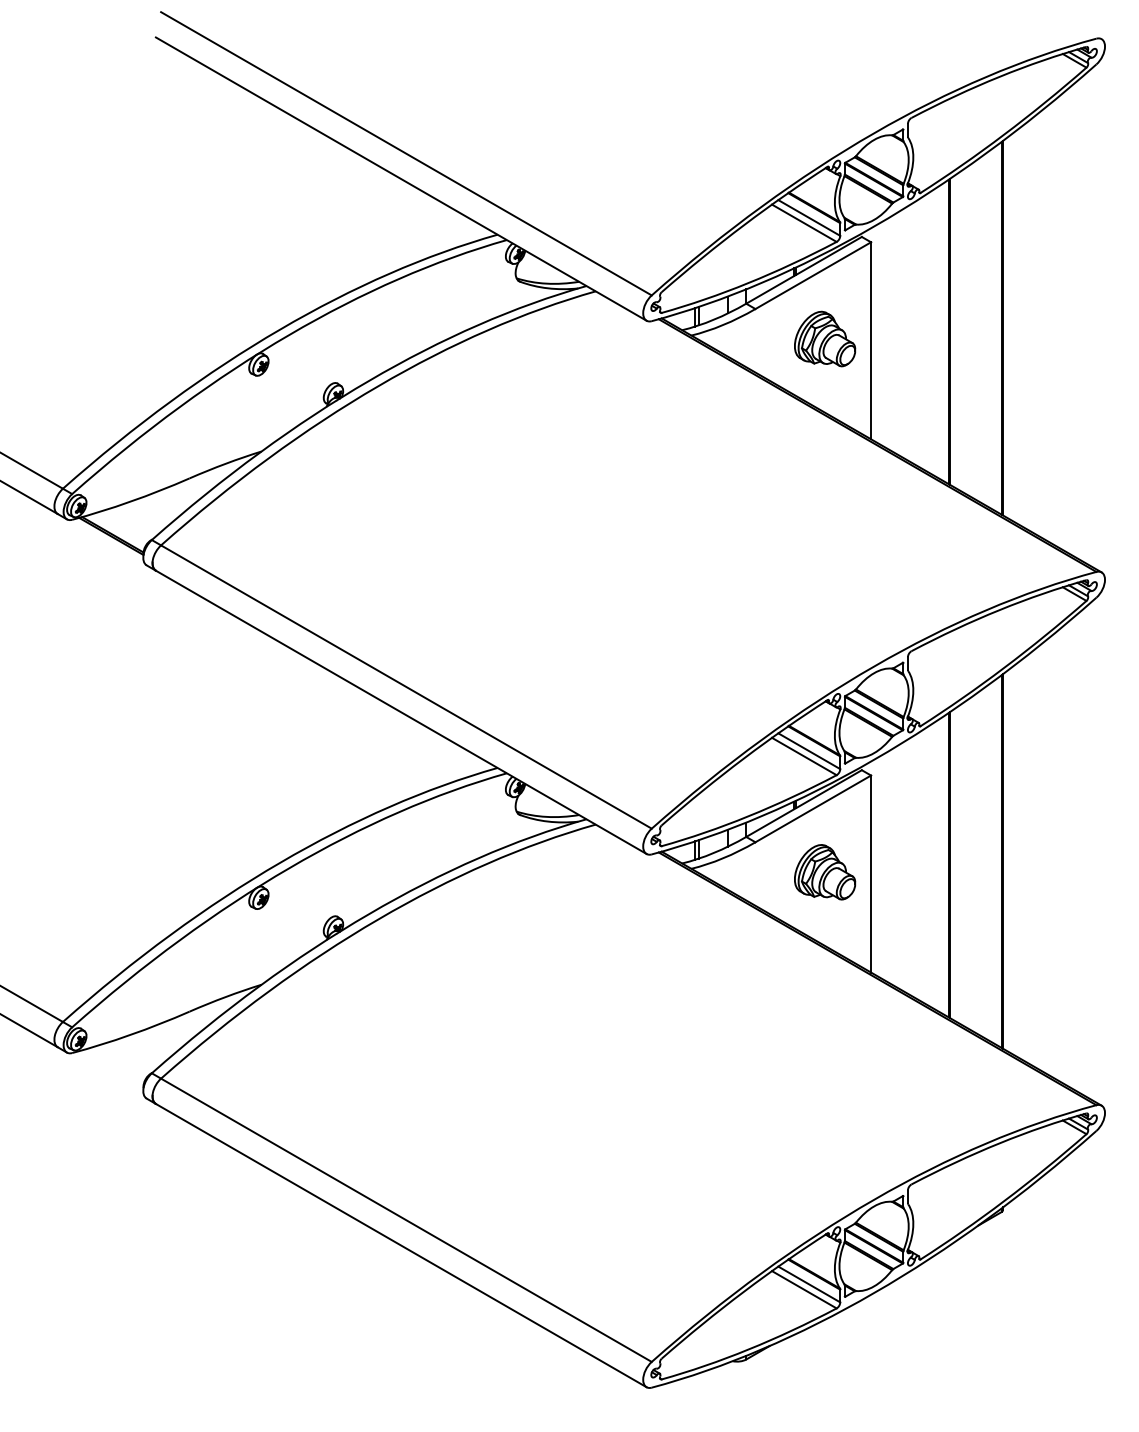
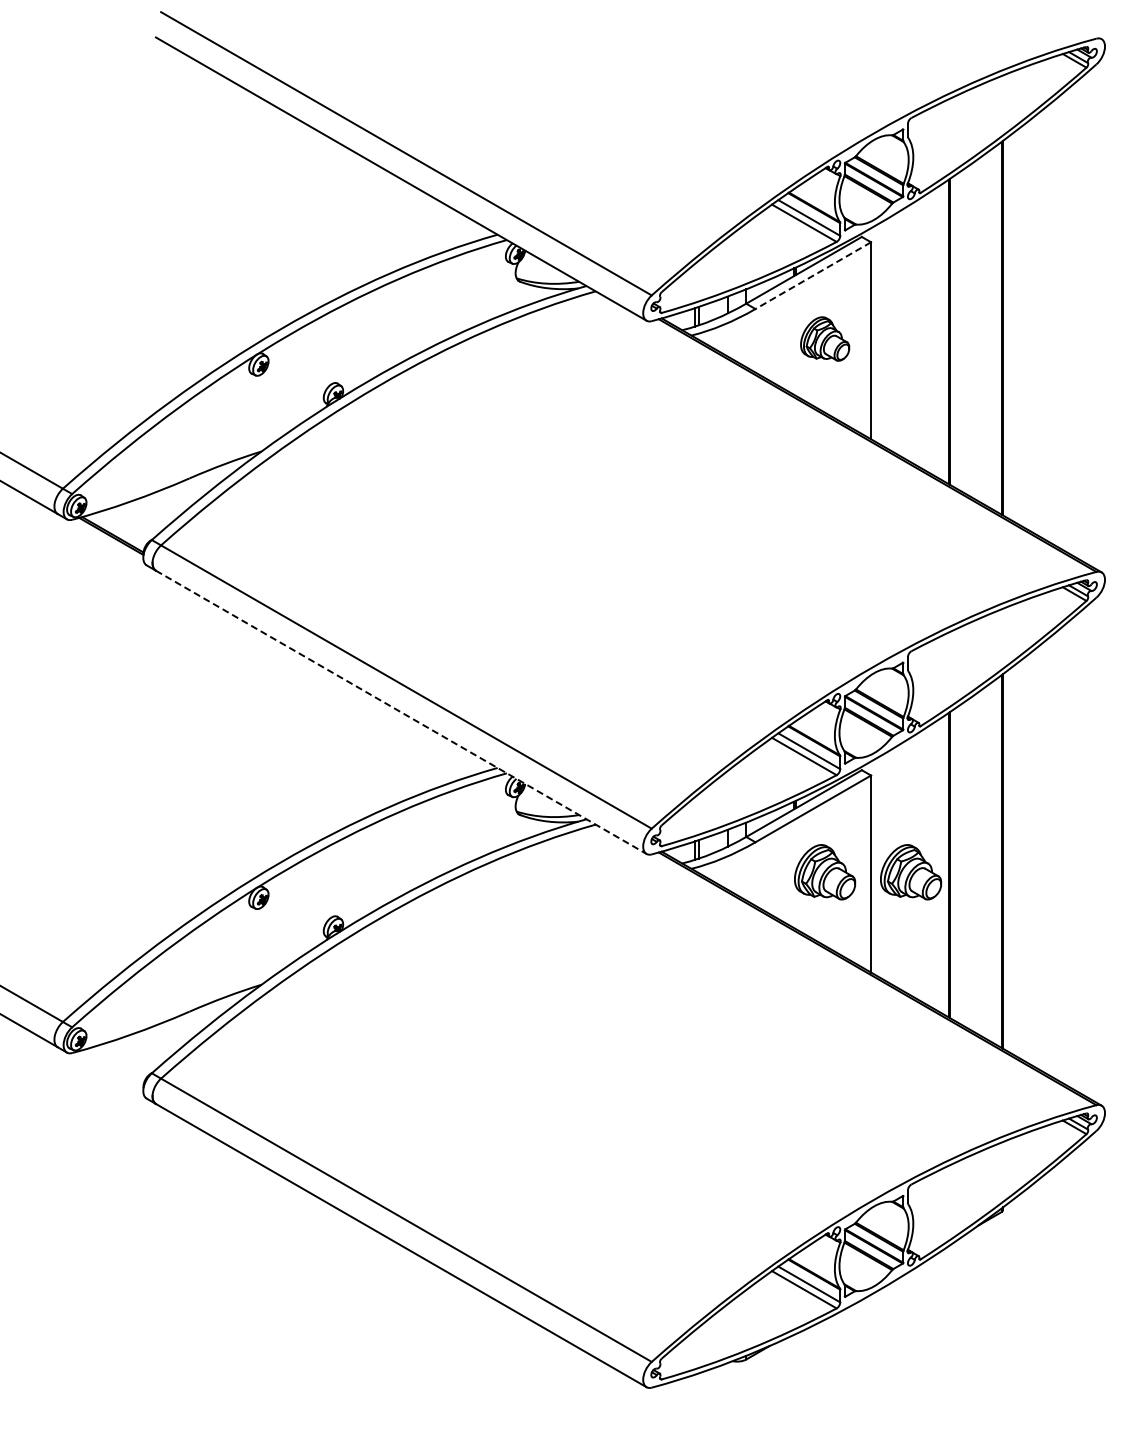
line at (813, 275): solid -> dashed
part at (825, 338) size: 63x58 px -> 51x46 px
line at (401, 712): solid -> dashed
part at (911, 872): none -> present
